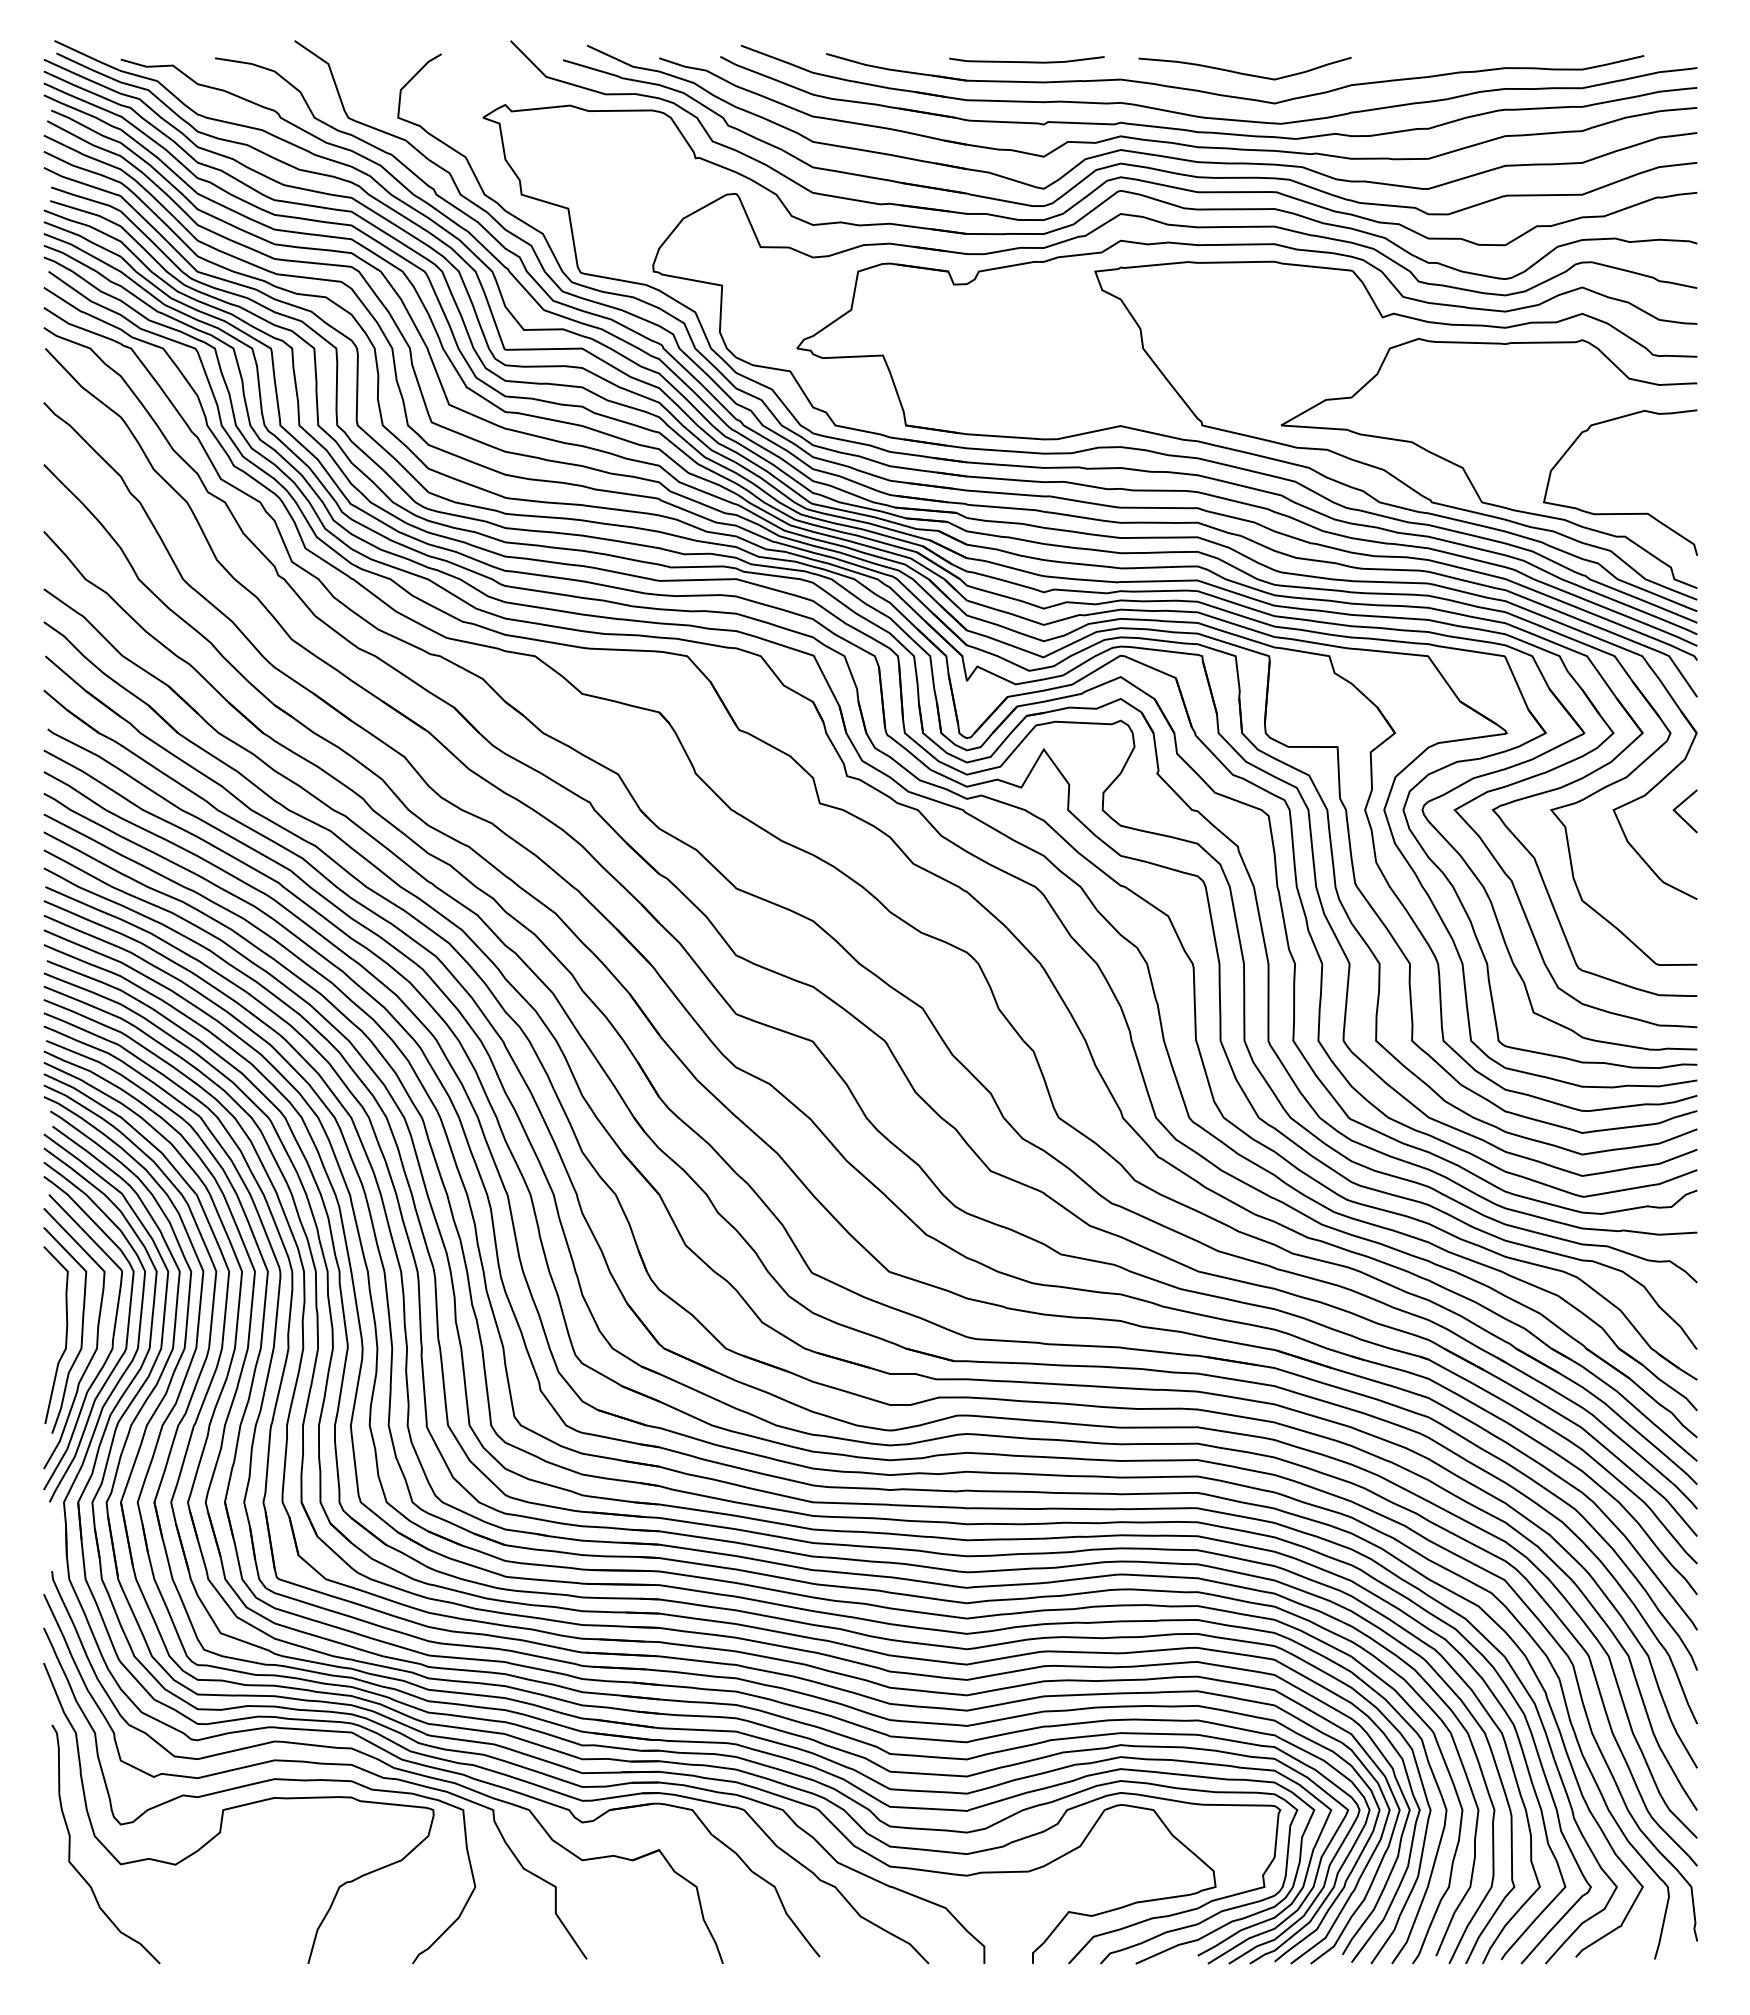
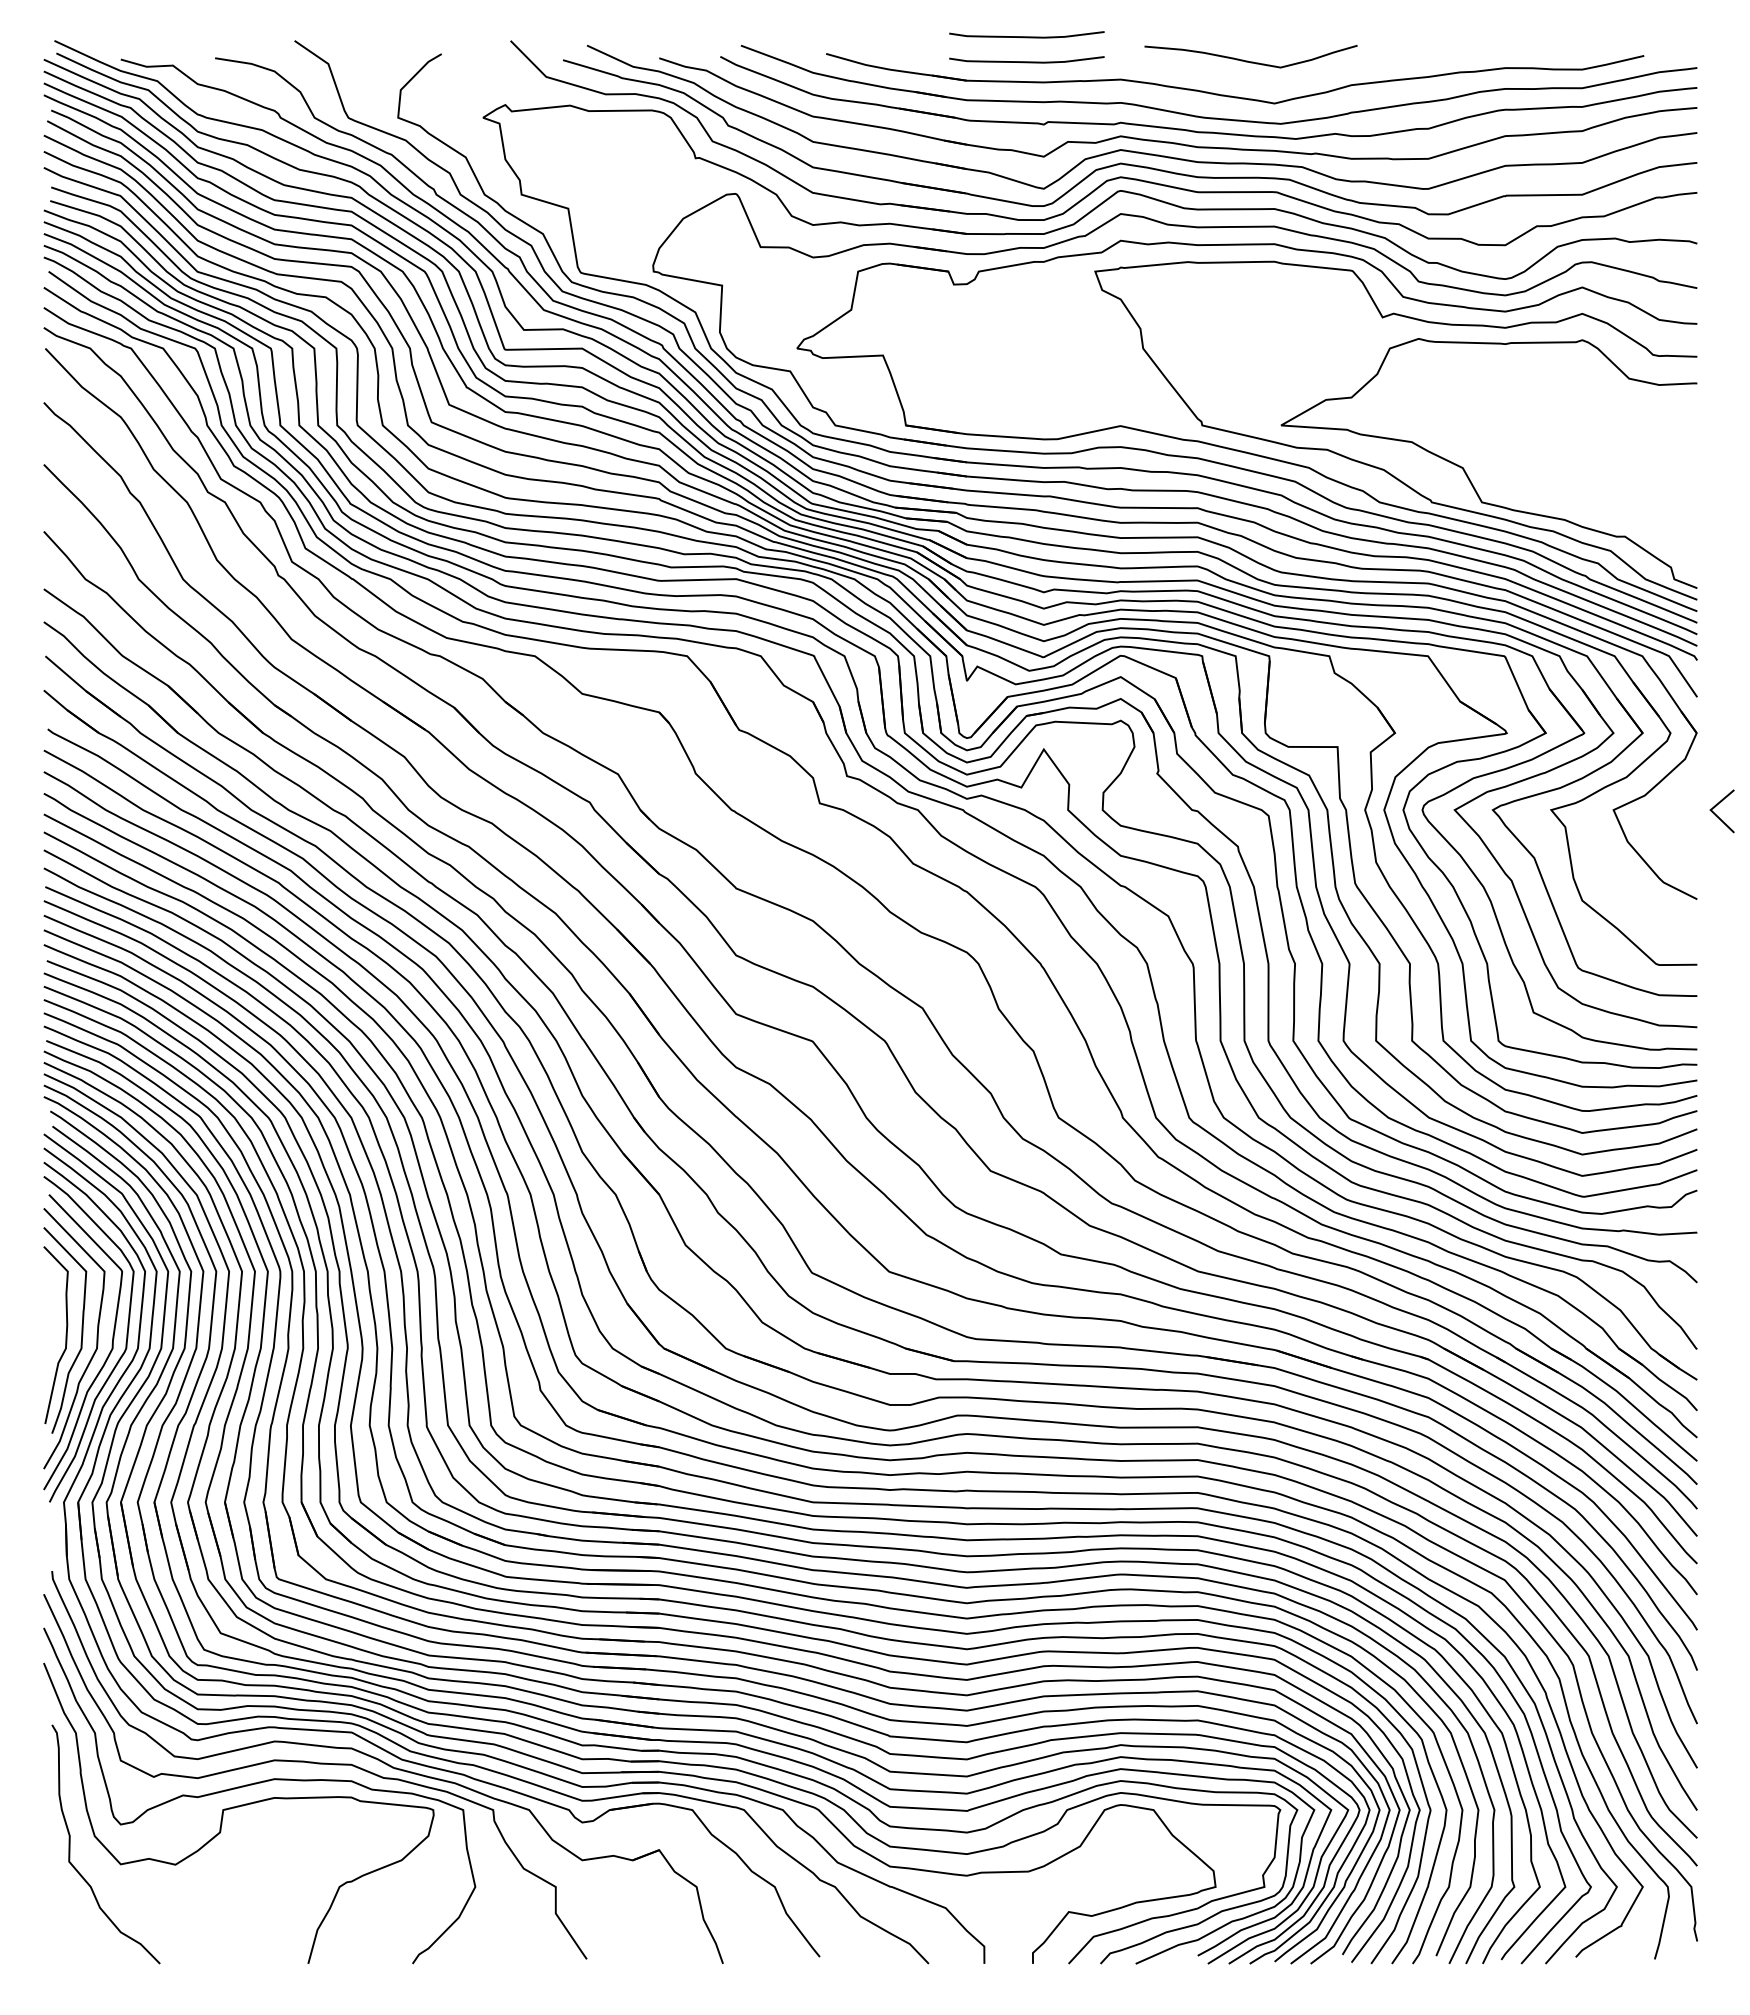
curve at (1026, 36): none -> present
curve at (1241, 72) position: (1241, 72) -> (1247, 60)
curve at (1620, 513): present -> none
line at (1680, 815) position: (1680, 815) -> (1717, 815)
